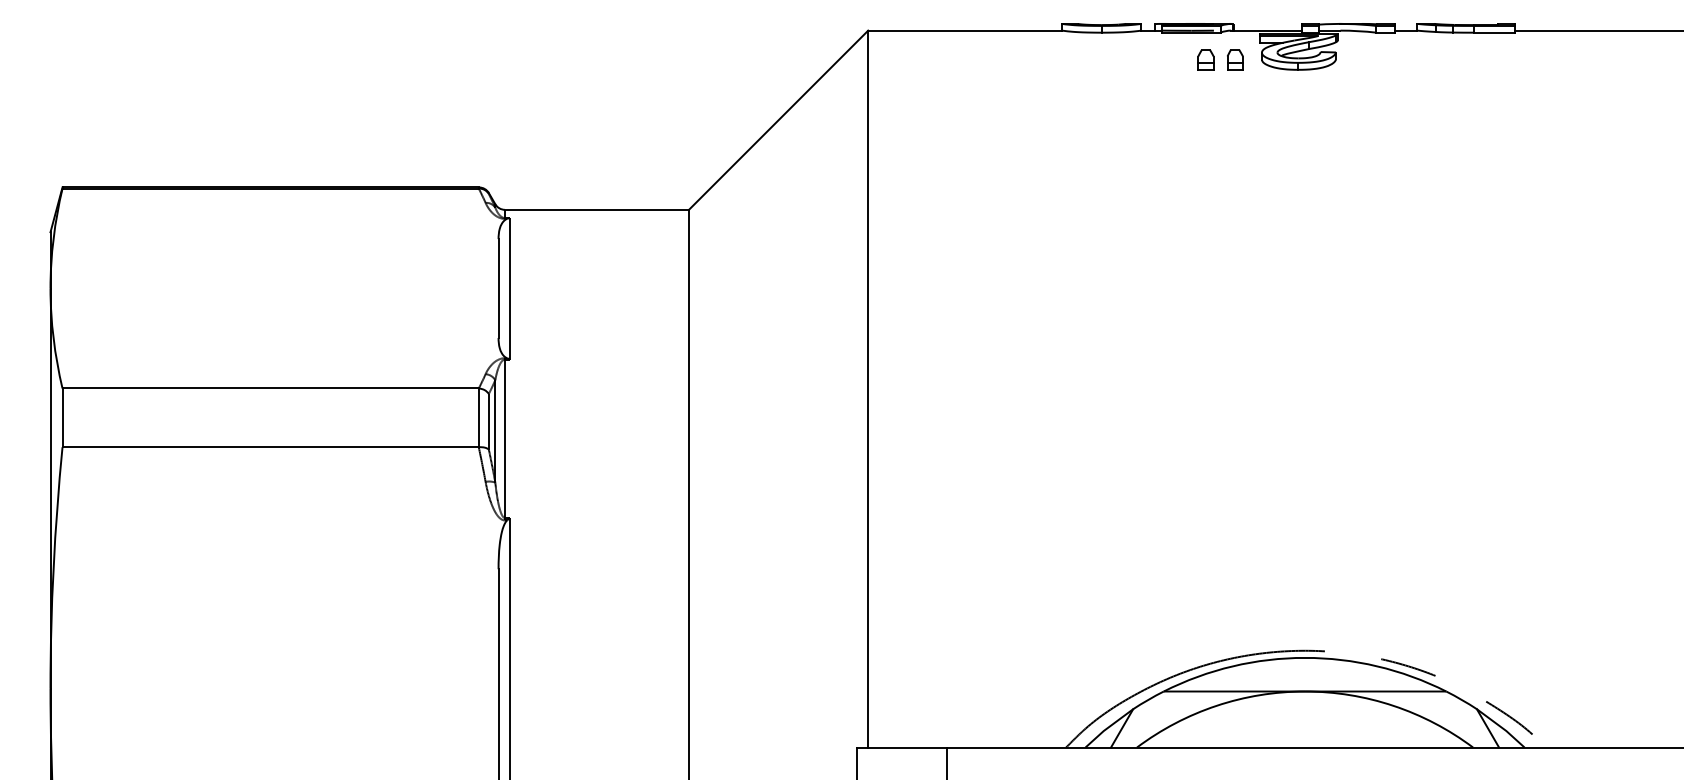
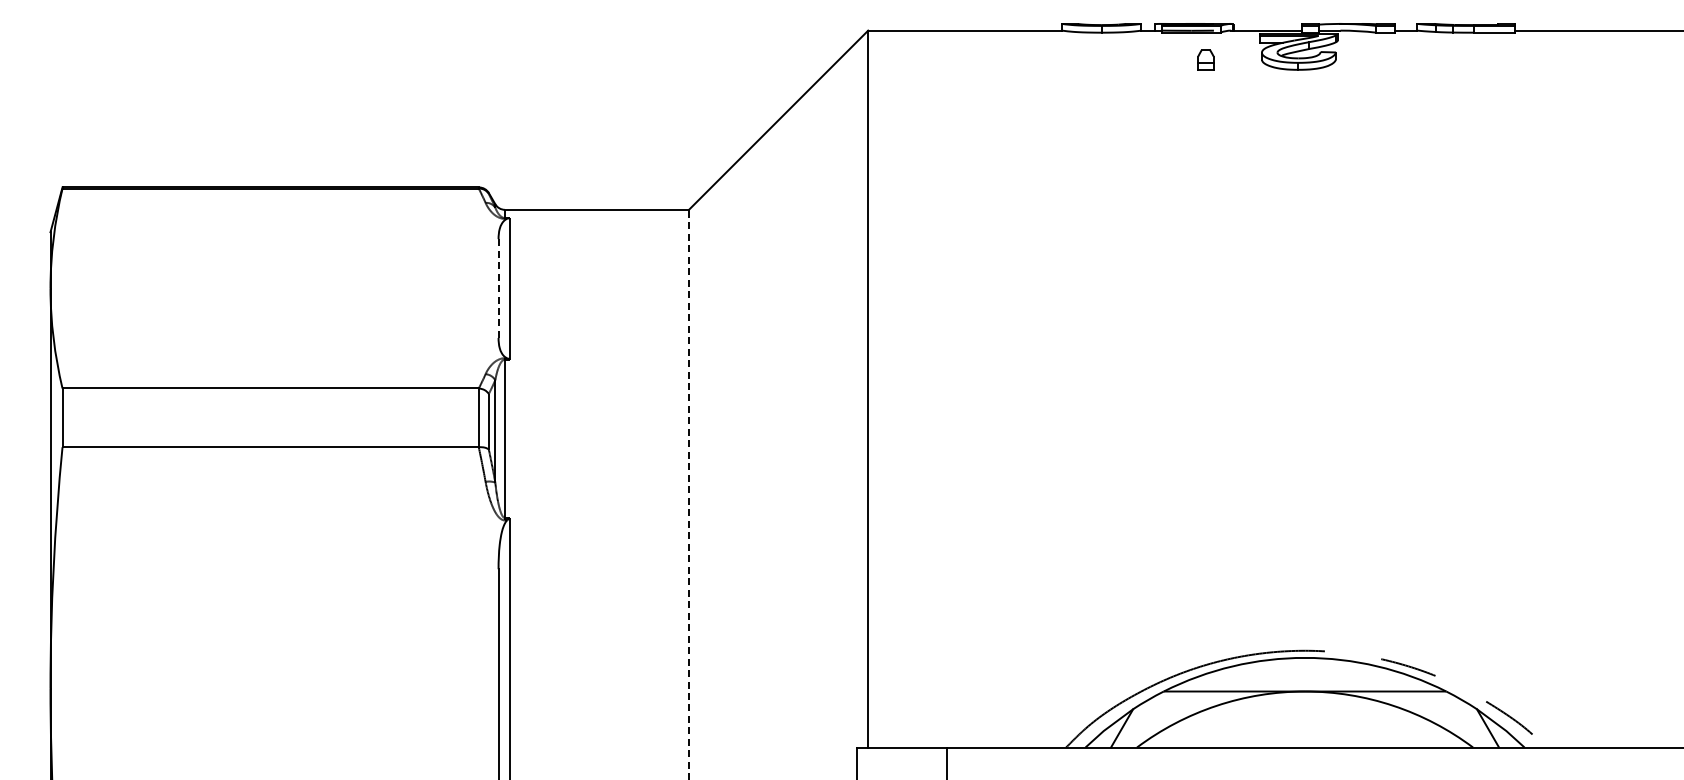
part at (1235, 59): present -> none
line at (498, 288): solid -> dashed
line at (688, 494): solid -> dashed
